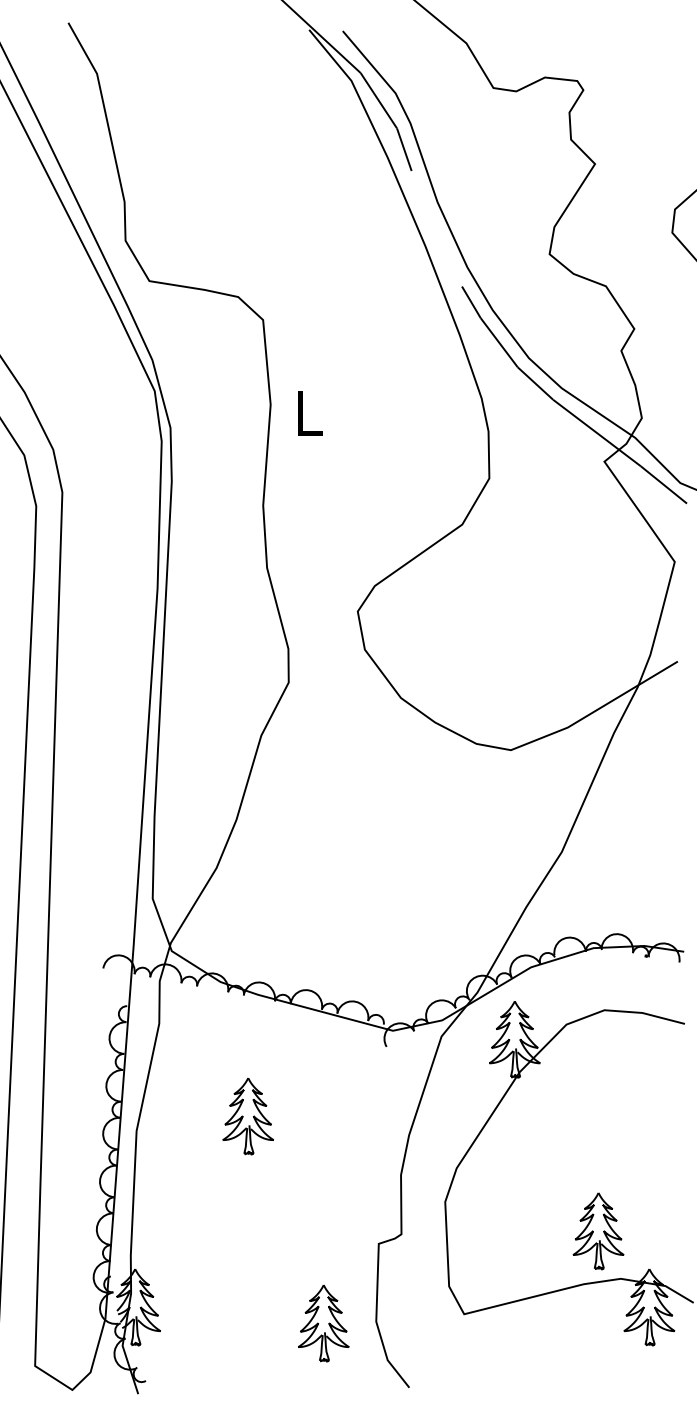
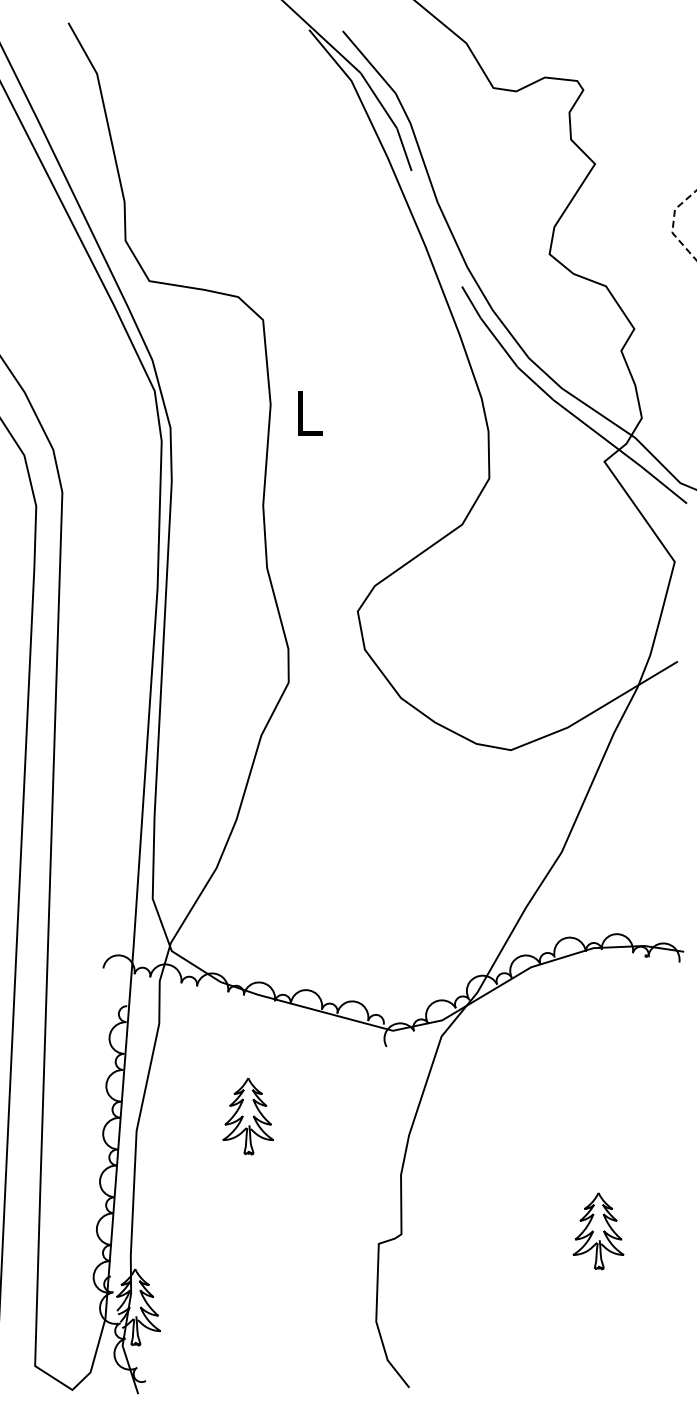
line at (673, 225): solid -> dashed
part at (489, 1120): present -> none
part at (323, 1323): present -> none
